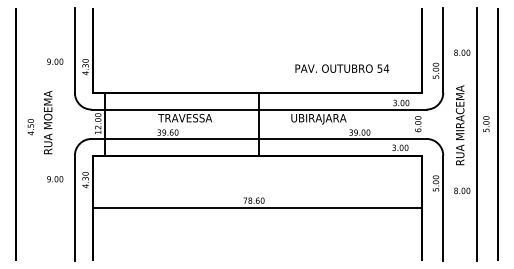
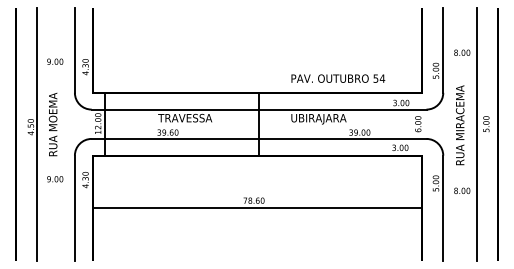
text at (342, 68) position: (342, 68) -> (338, 78)
text at (47, 122) position: (47, 122) -> (52, 124)
line at (37, 134): none -> present
